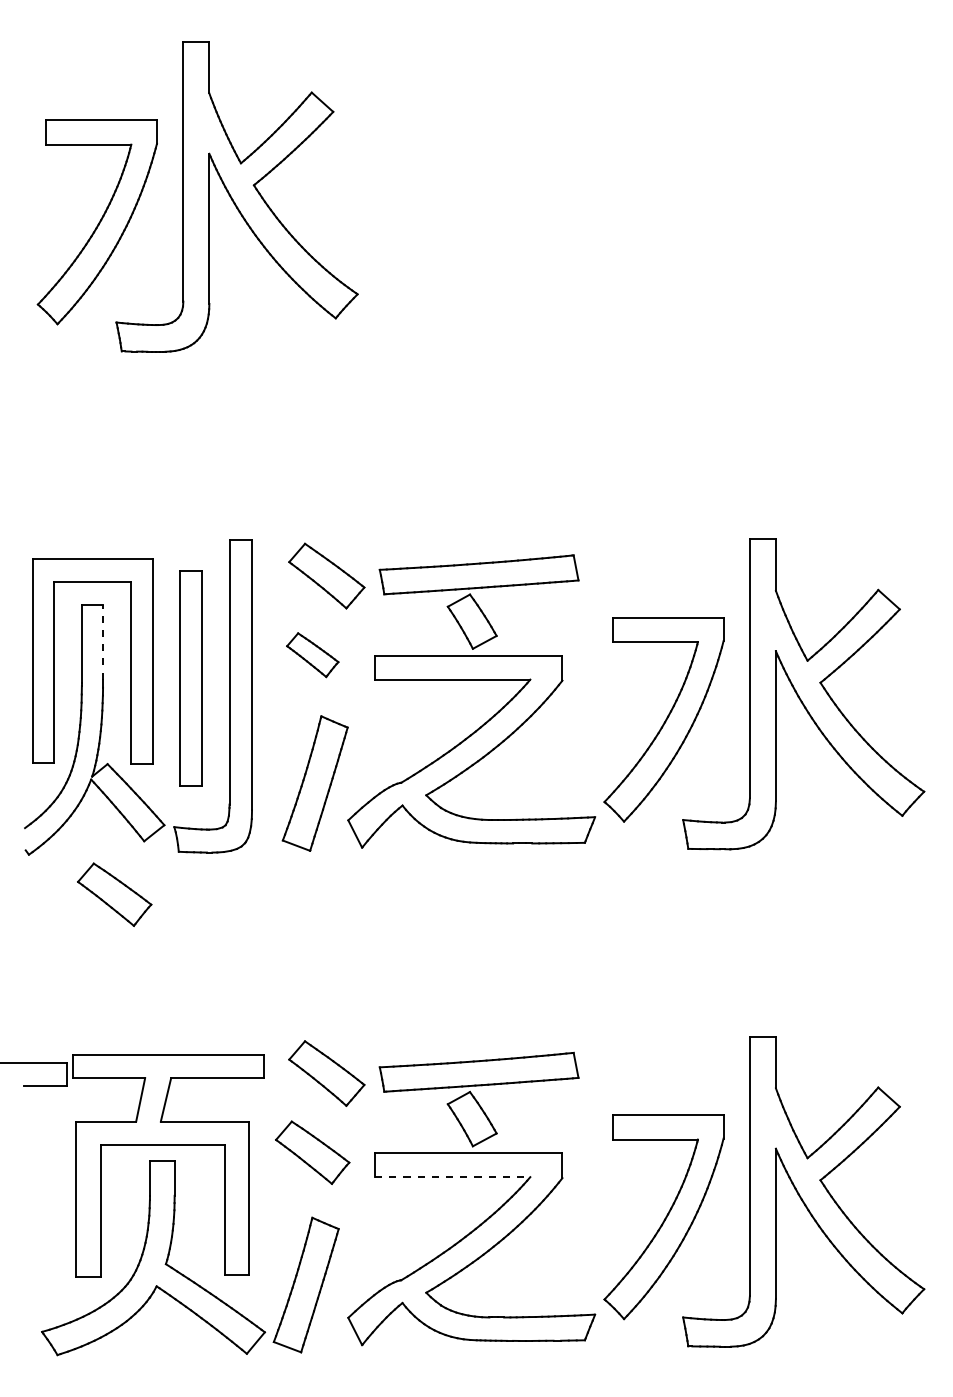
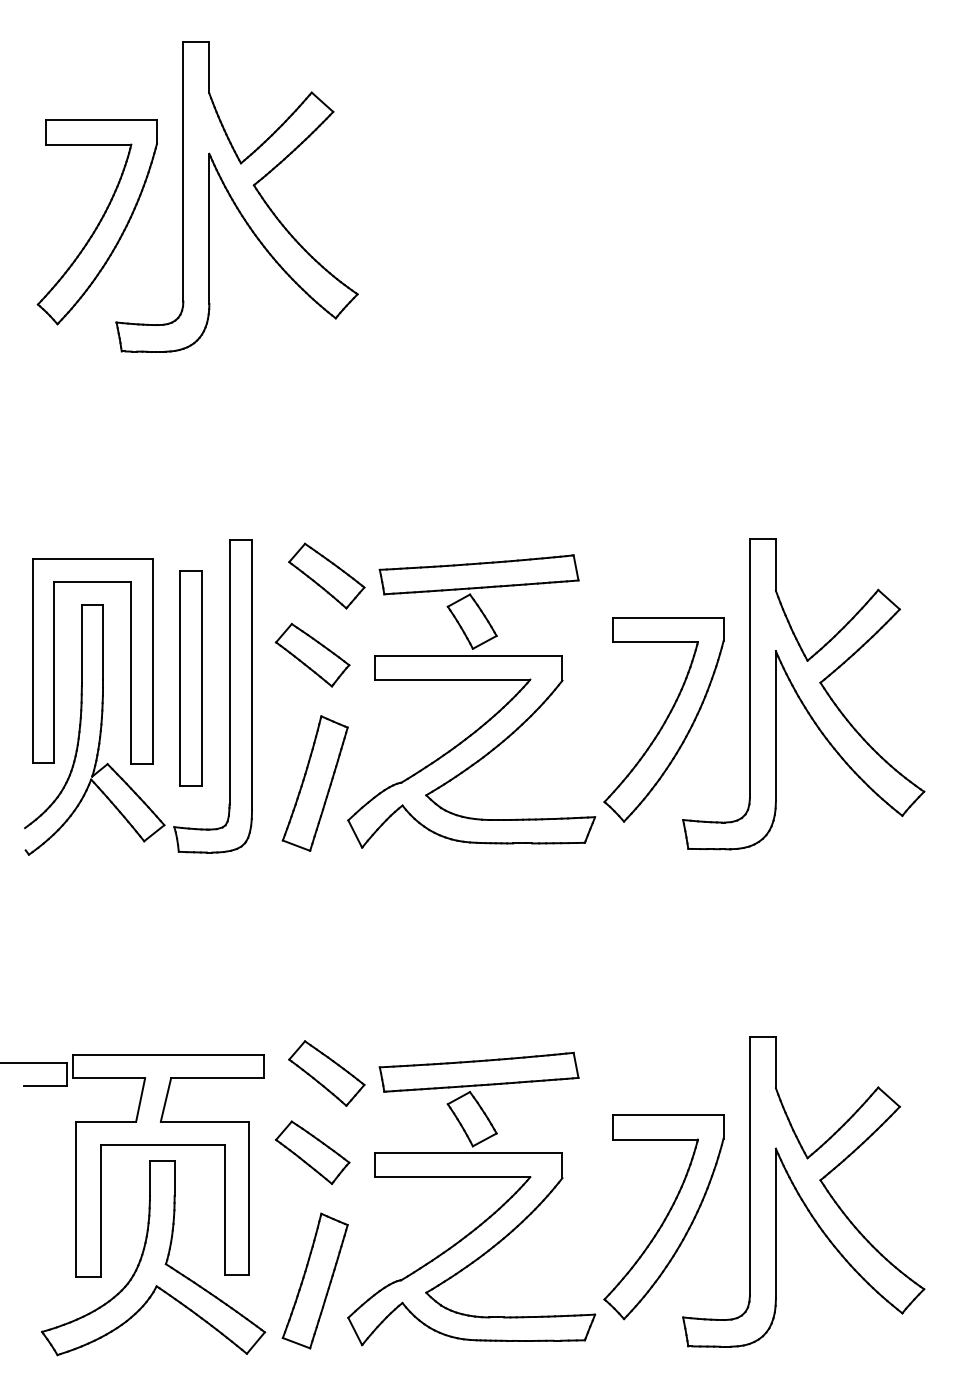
line at (103, 641): dashed -> solid
part at (312, 655) size: 54x47 px -> 76x66 px
part at (114, 894): present -> none
line at (452, 1177): dashed -> solid
part at (305, 1284) position: (305, 1284) -> (314, 1280)
